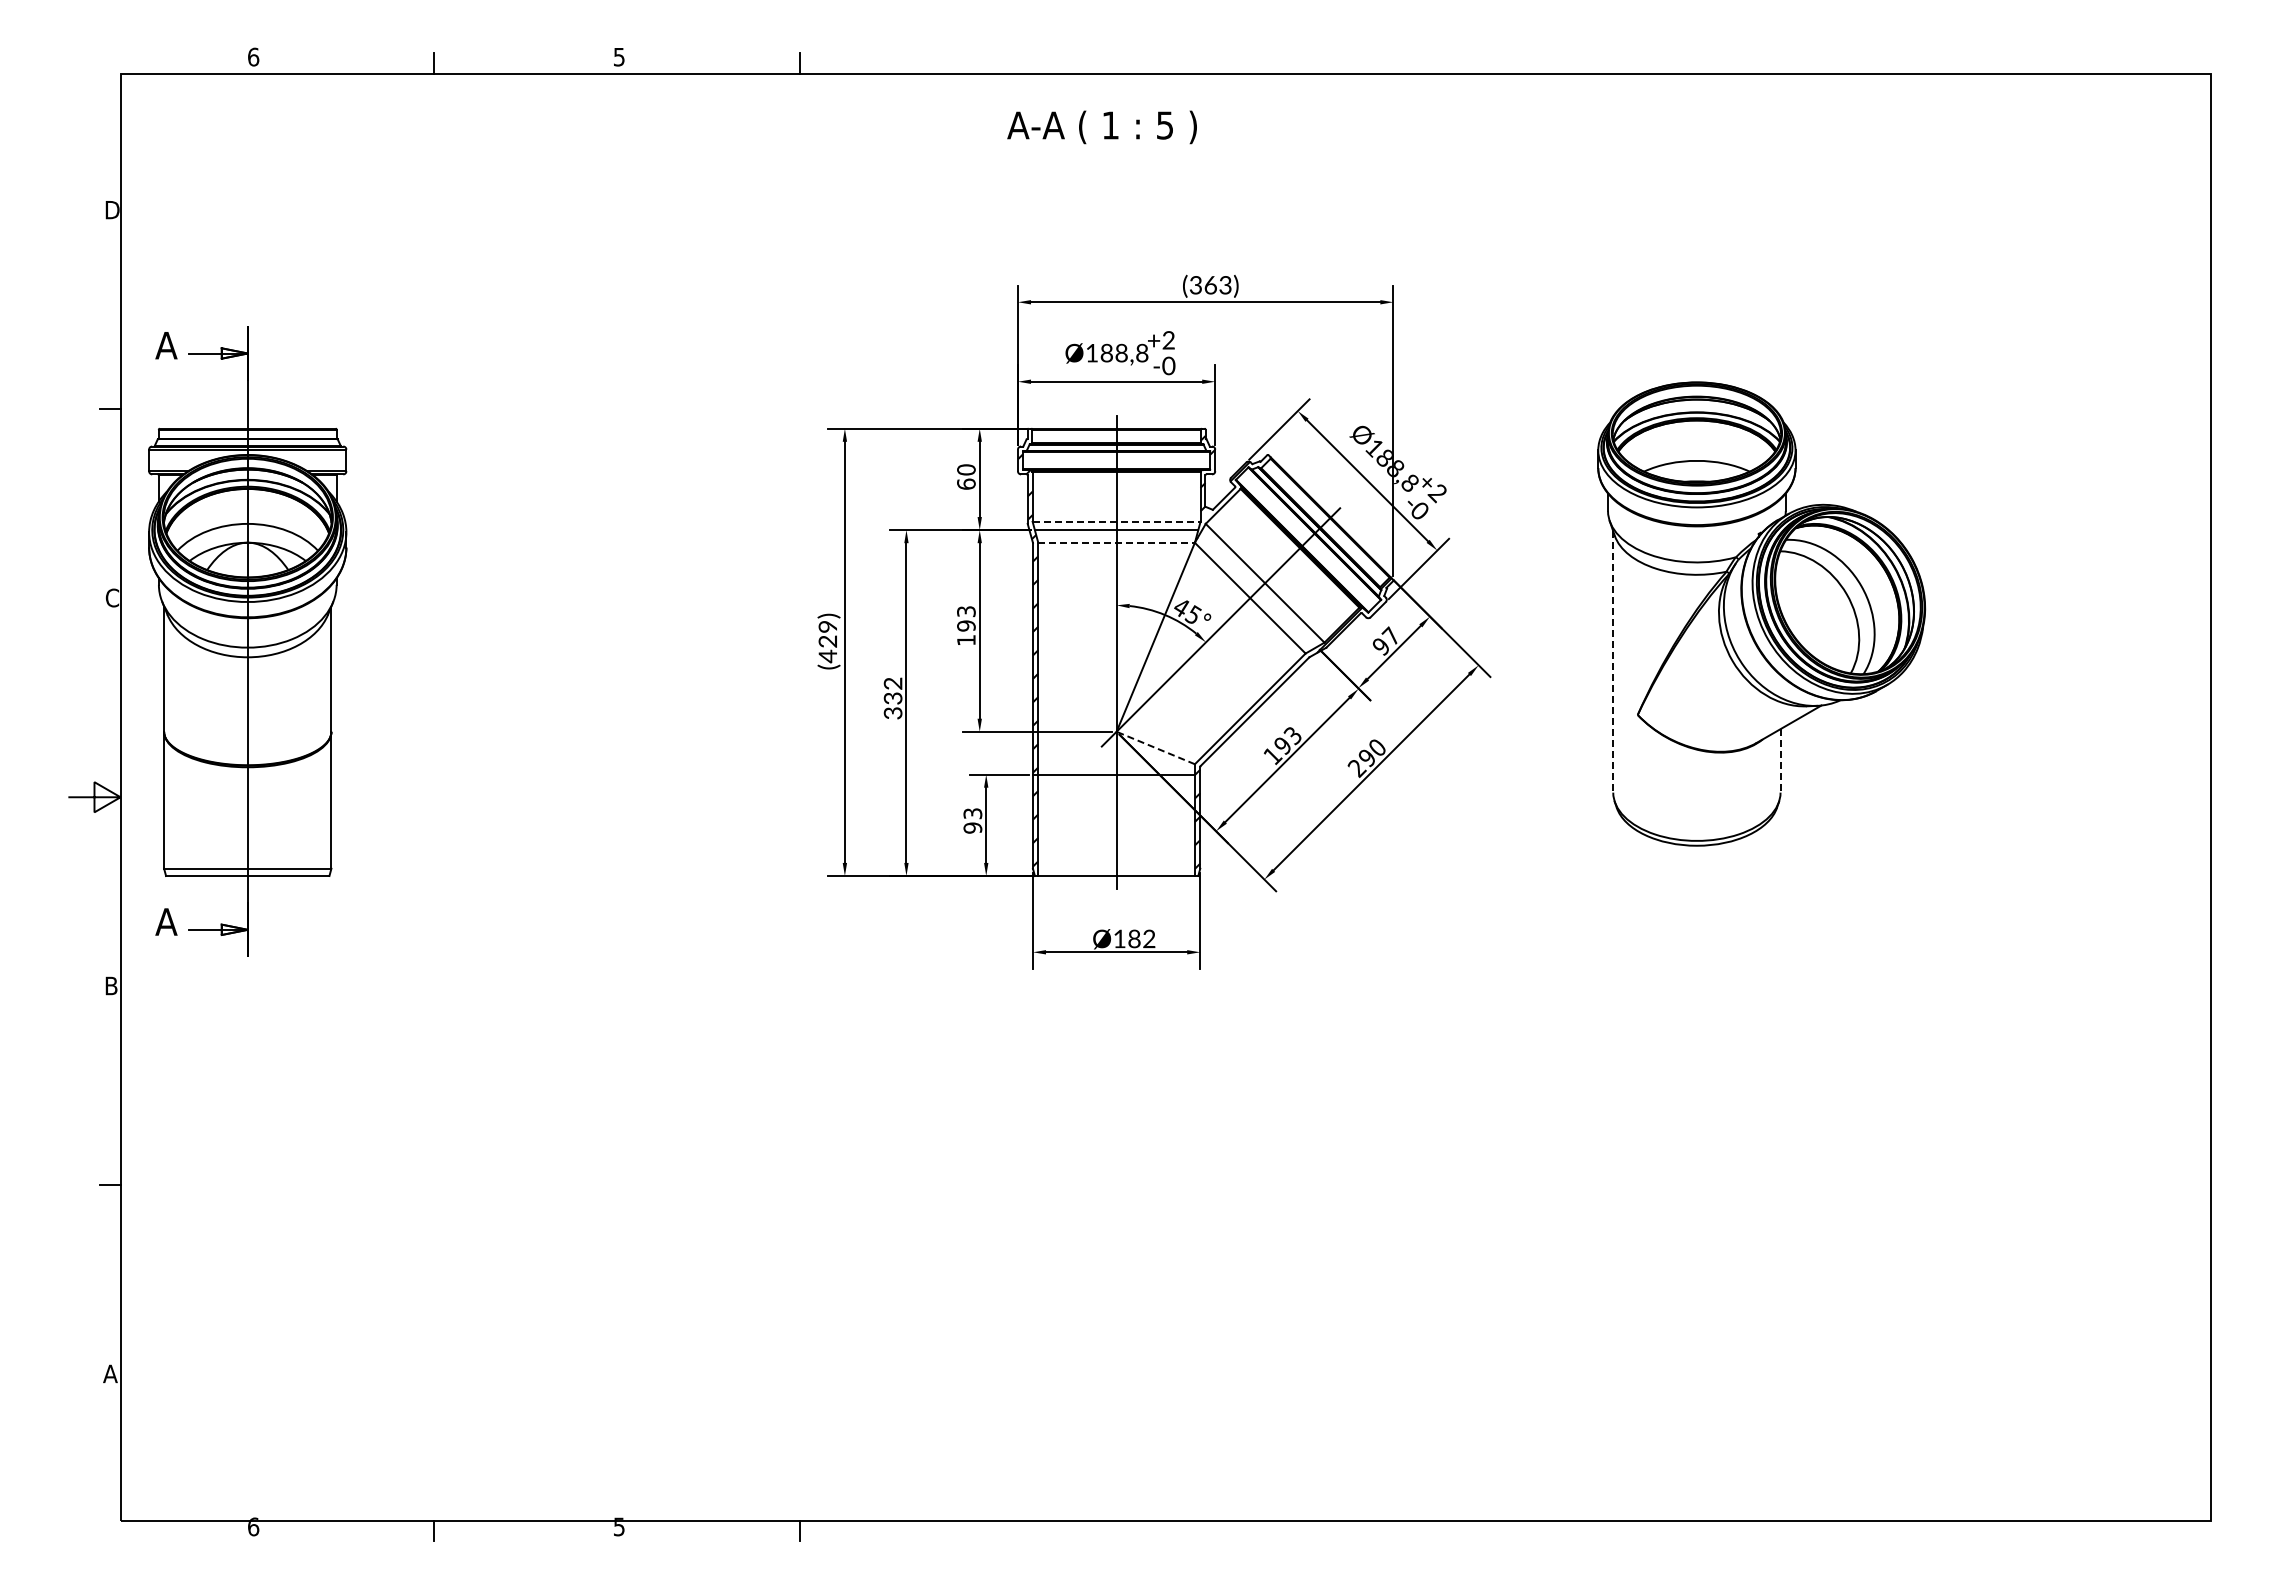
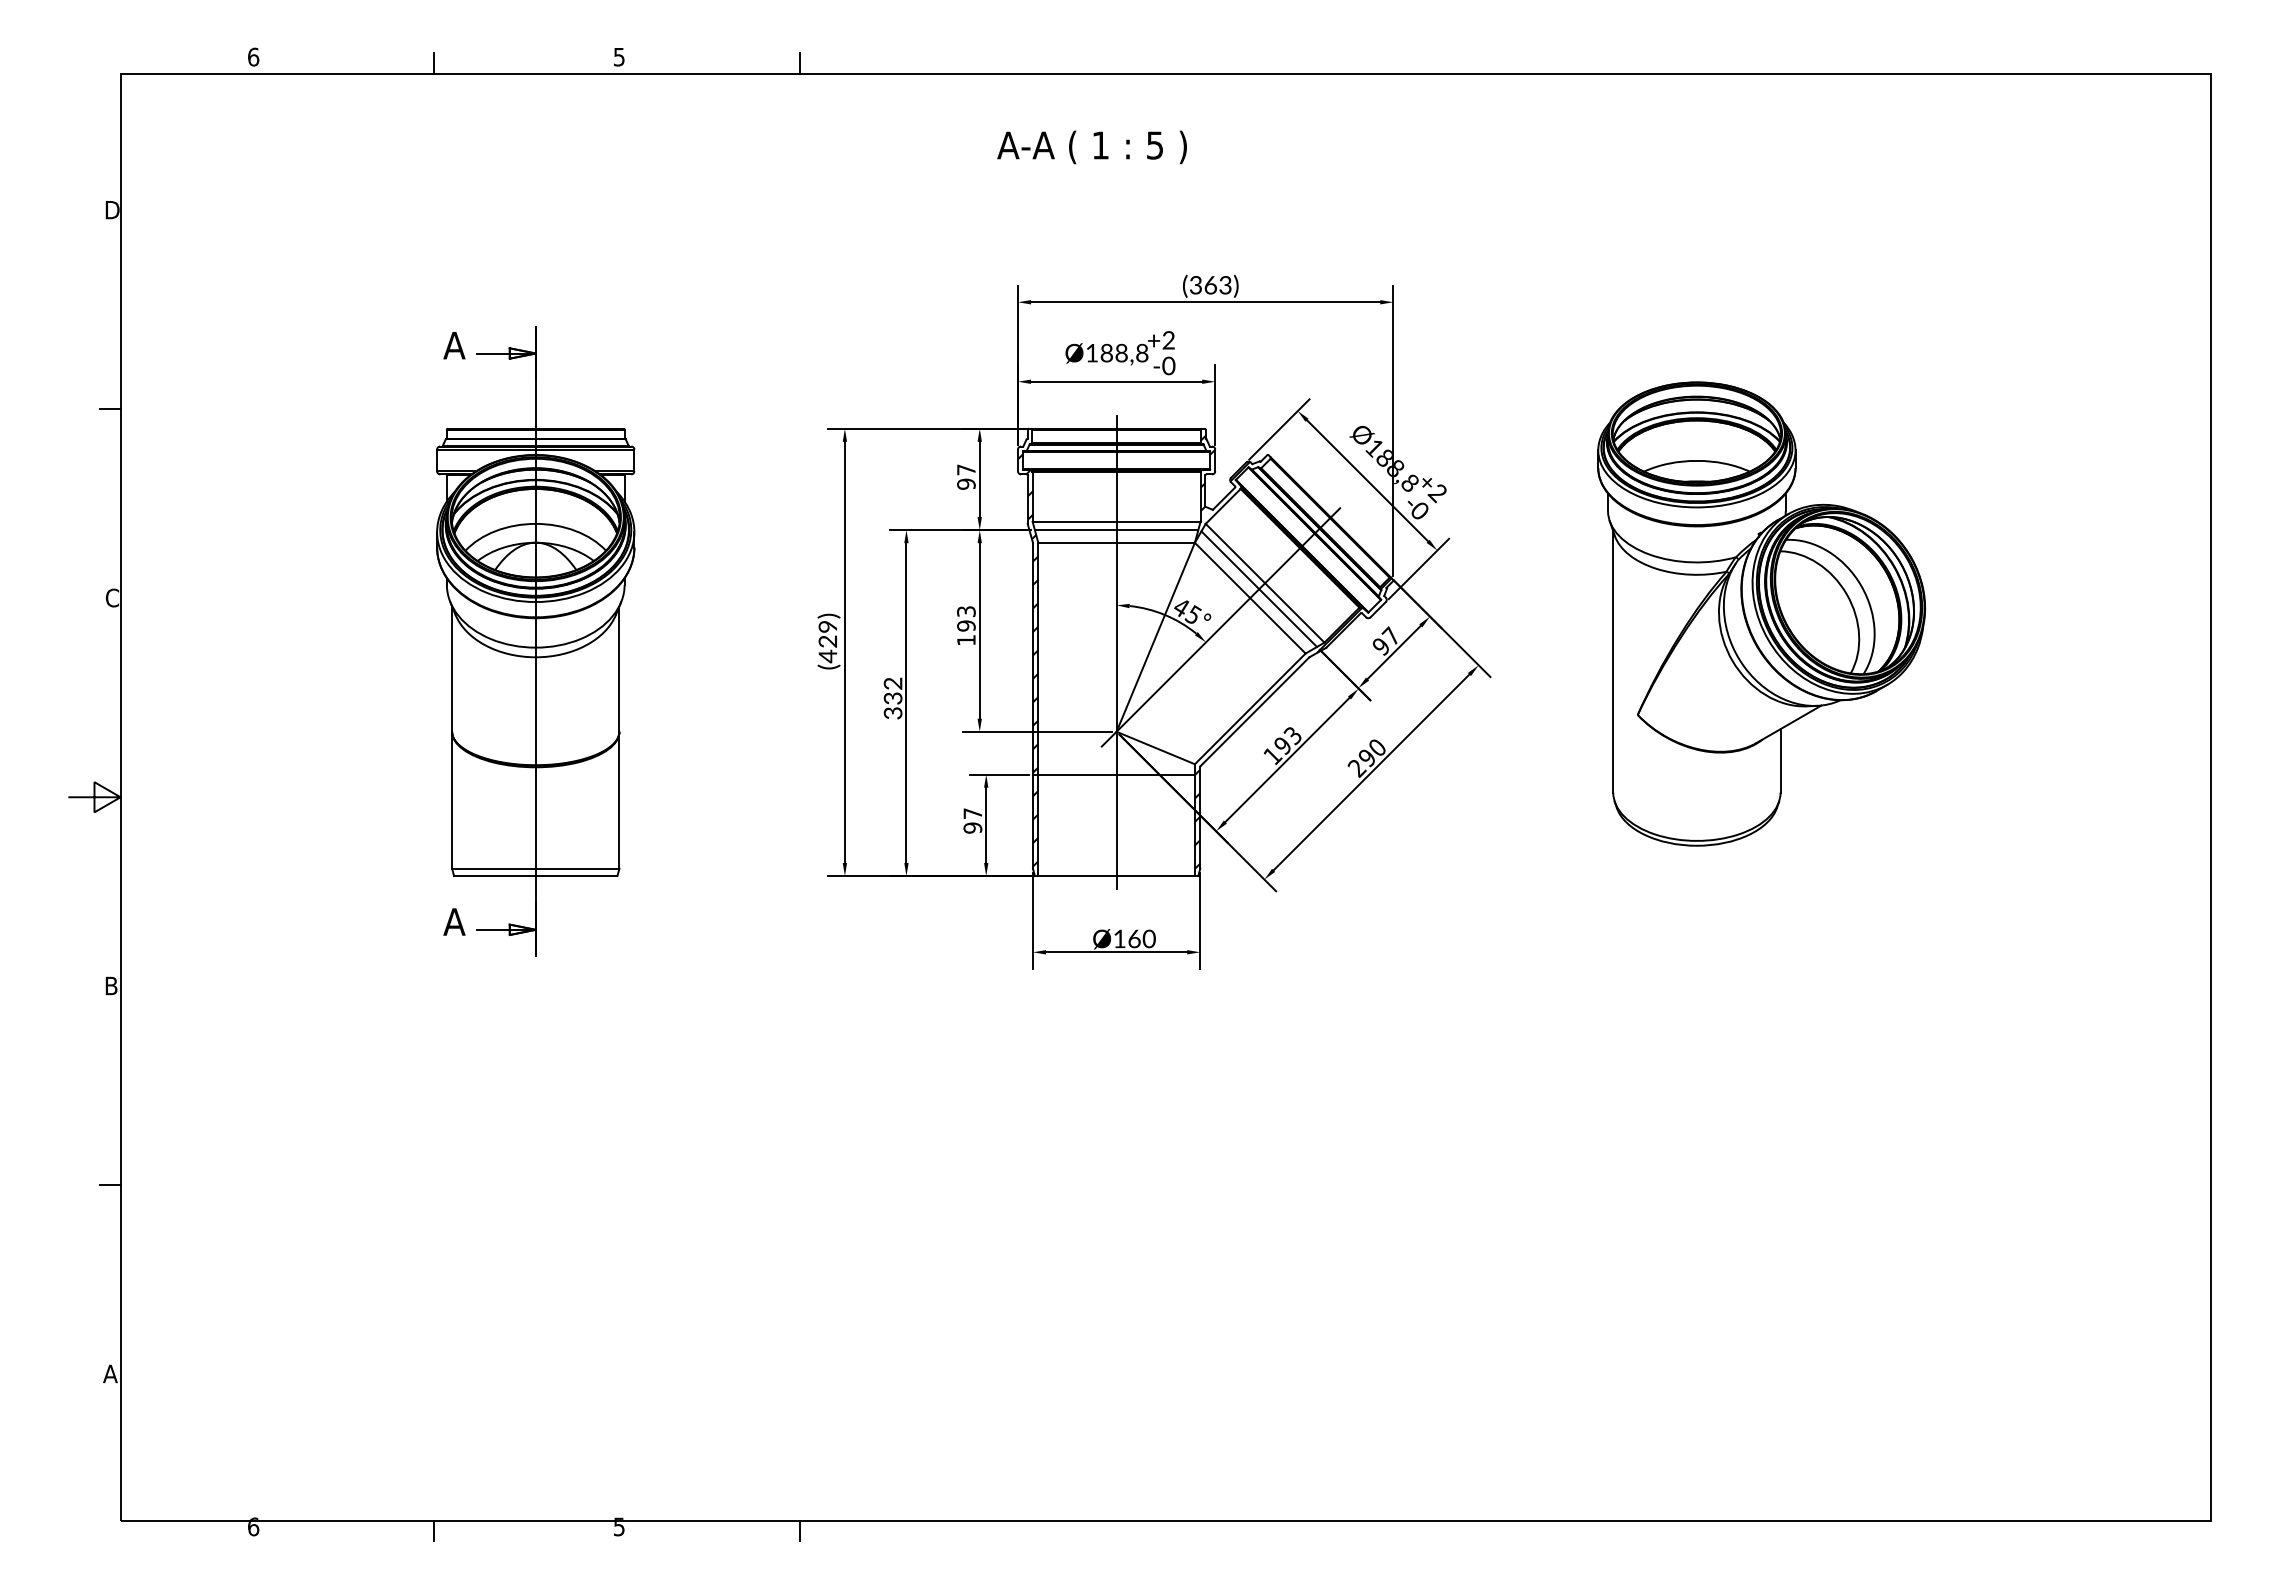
text at (1101, 127) position: (1101, 127) -> (1091, 147)
text at (966, 476): 60 -> 97
line at (1116, 521): dashed -> solid
line at (1117, 542): dashed -> solid
line at (1259, 588): none -> present
part at (247, 641) position: (247, 641) -> (535, 641)
line at (1613, 661): dashed -> solid
line at (1155, 747): dashed -> solid
line at (1780, 760): dashed -> solid
text at (972, 813): 93 -> 97
text at (1141, 938): Ø182 -> Ø160
